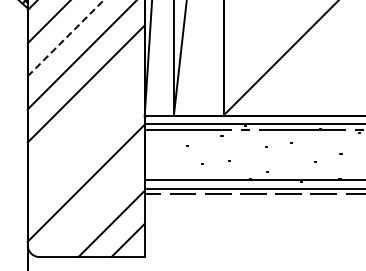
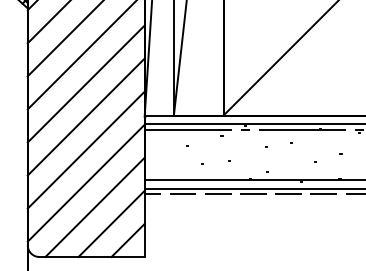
line at (65, 38): dashed -> solid
line at (85, 116): none -> present
line at (85, 149): none -> present
line at (94, 207): none -> present
